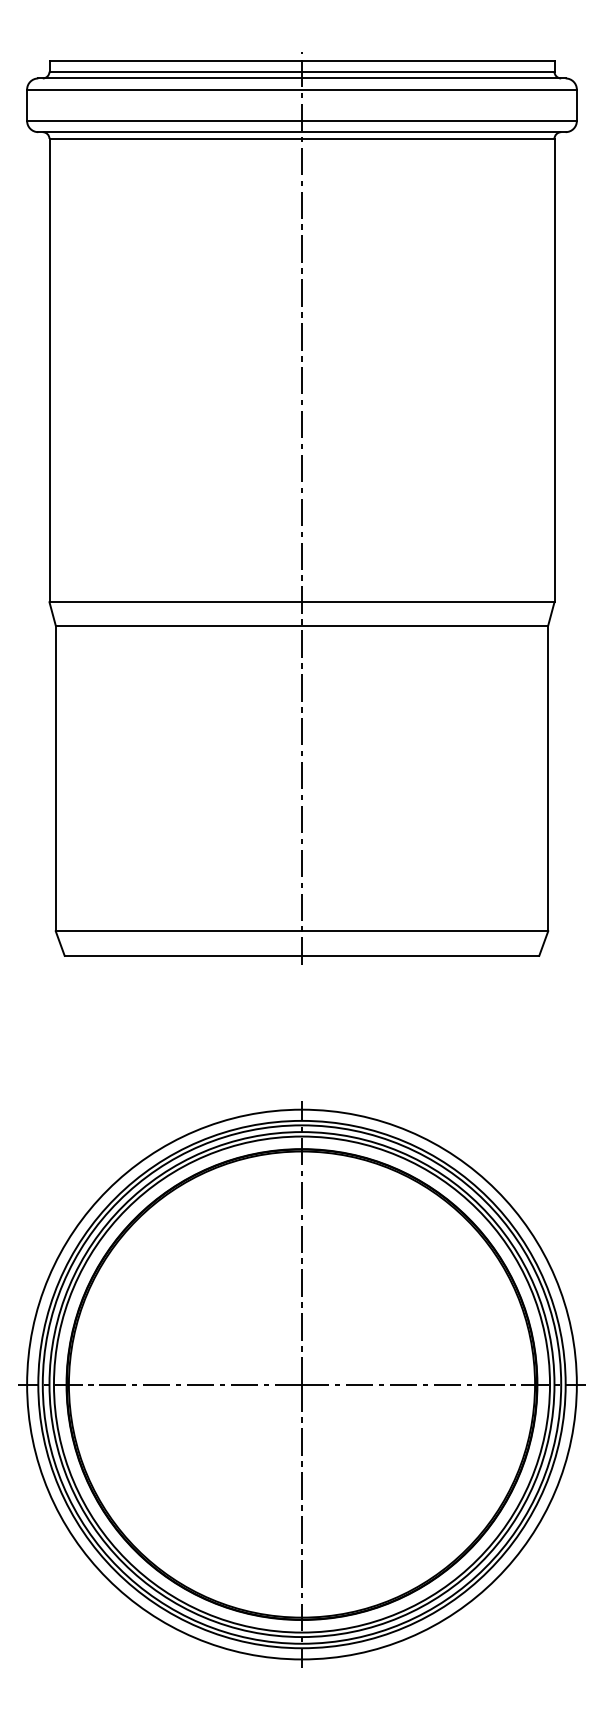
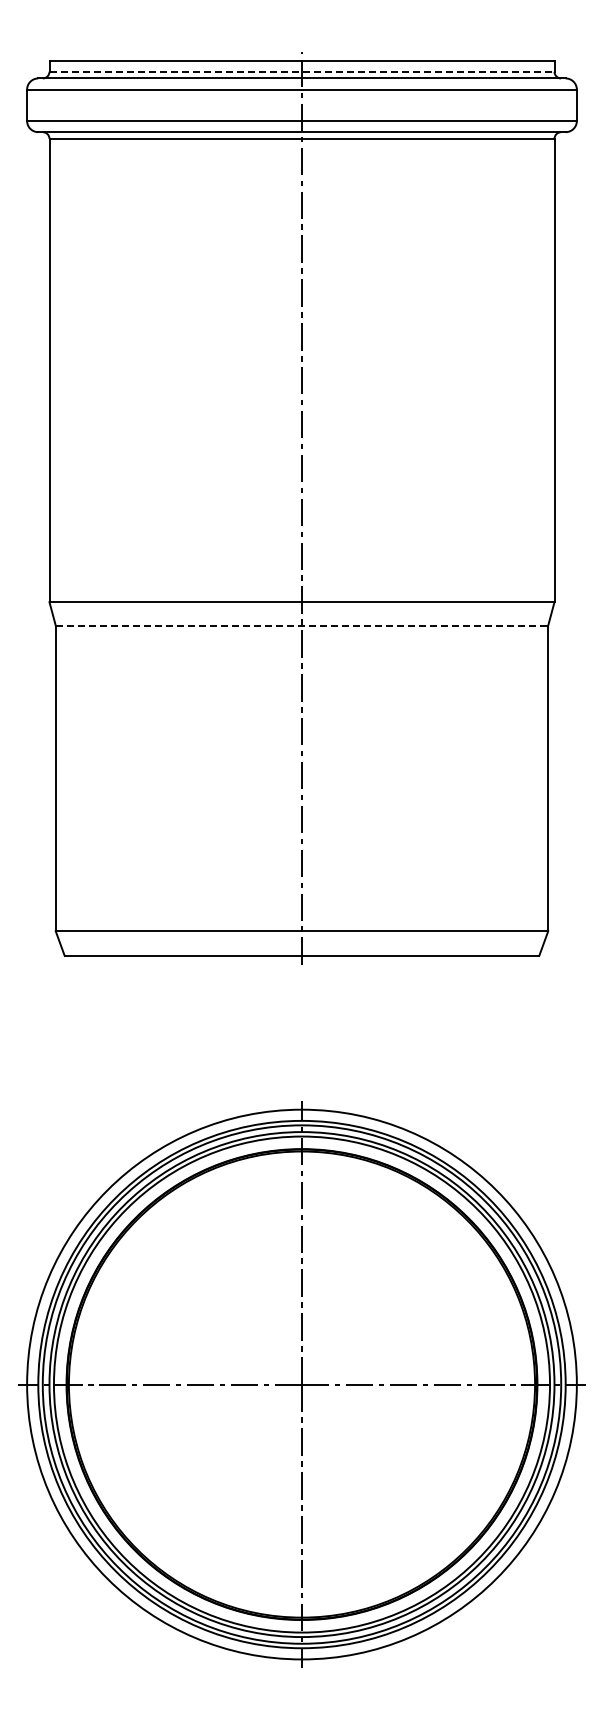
line at (302, 71): solid -> dashed
line at (302, 625): solid -> dashed
